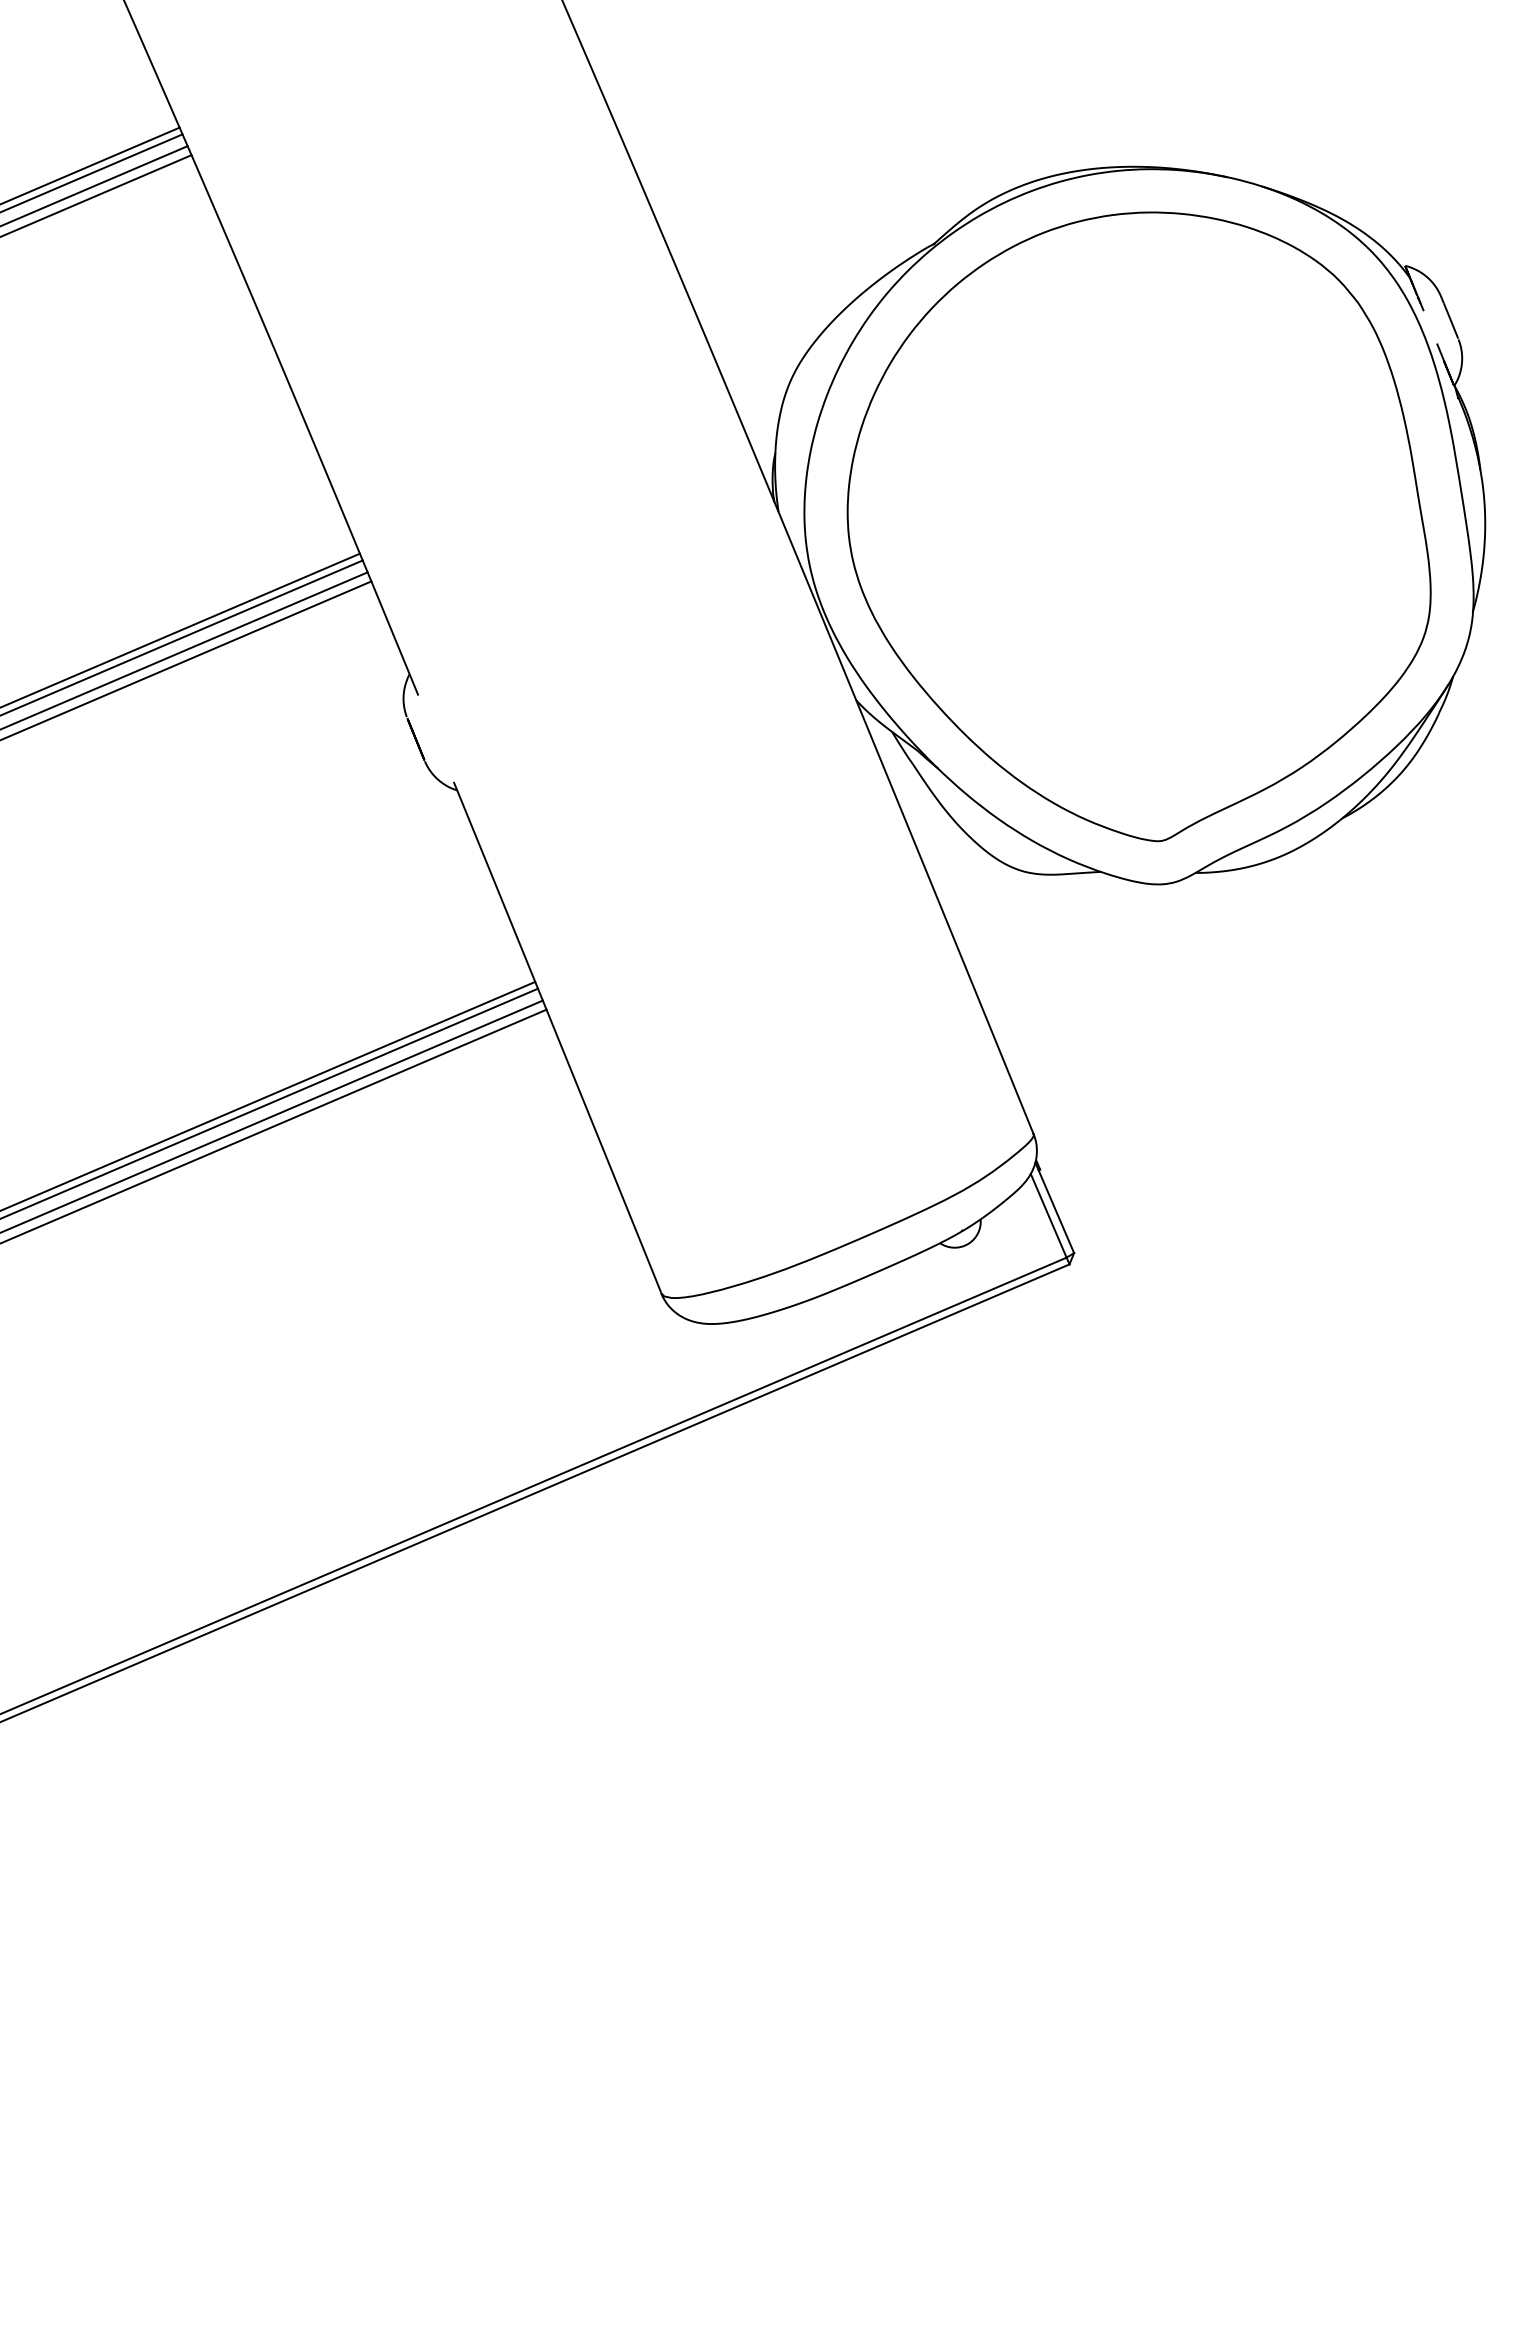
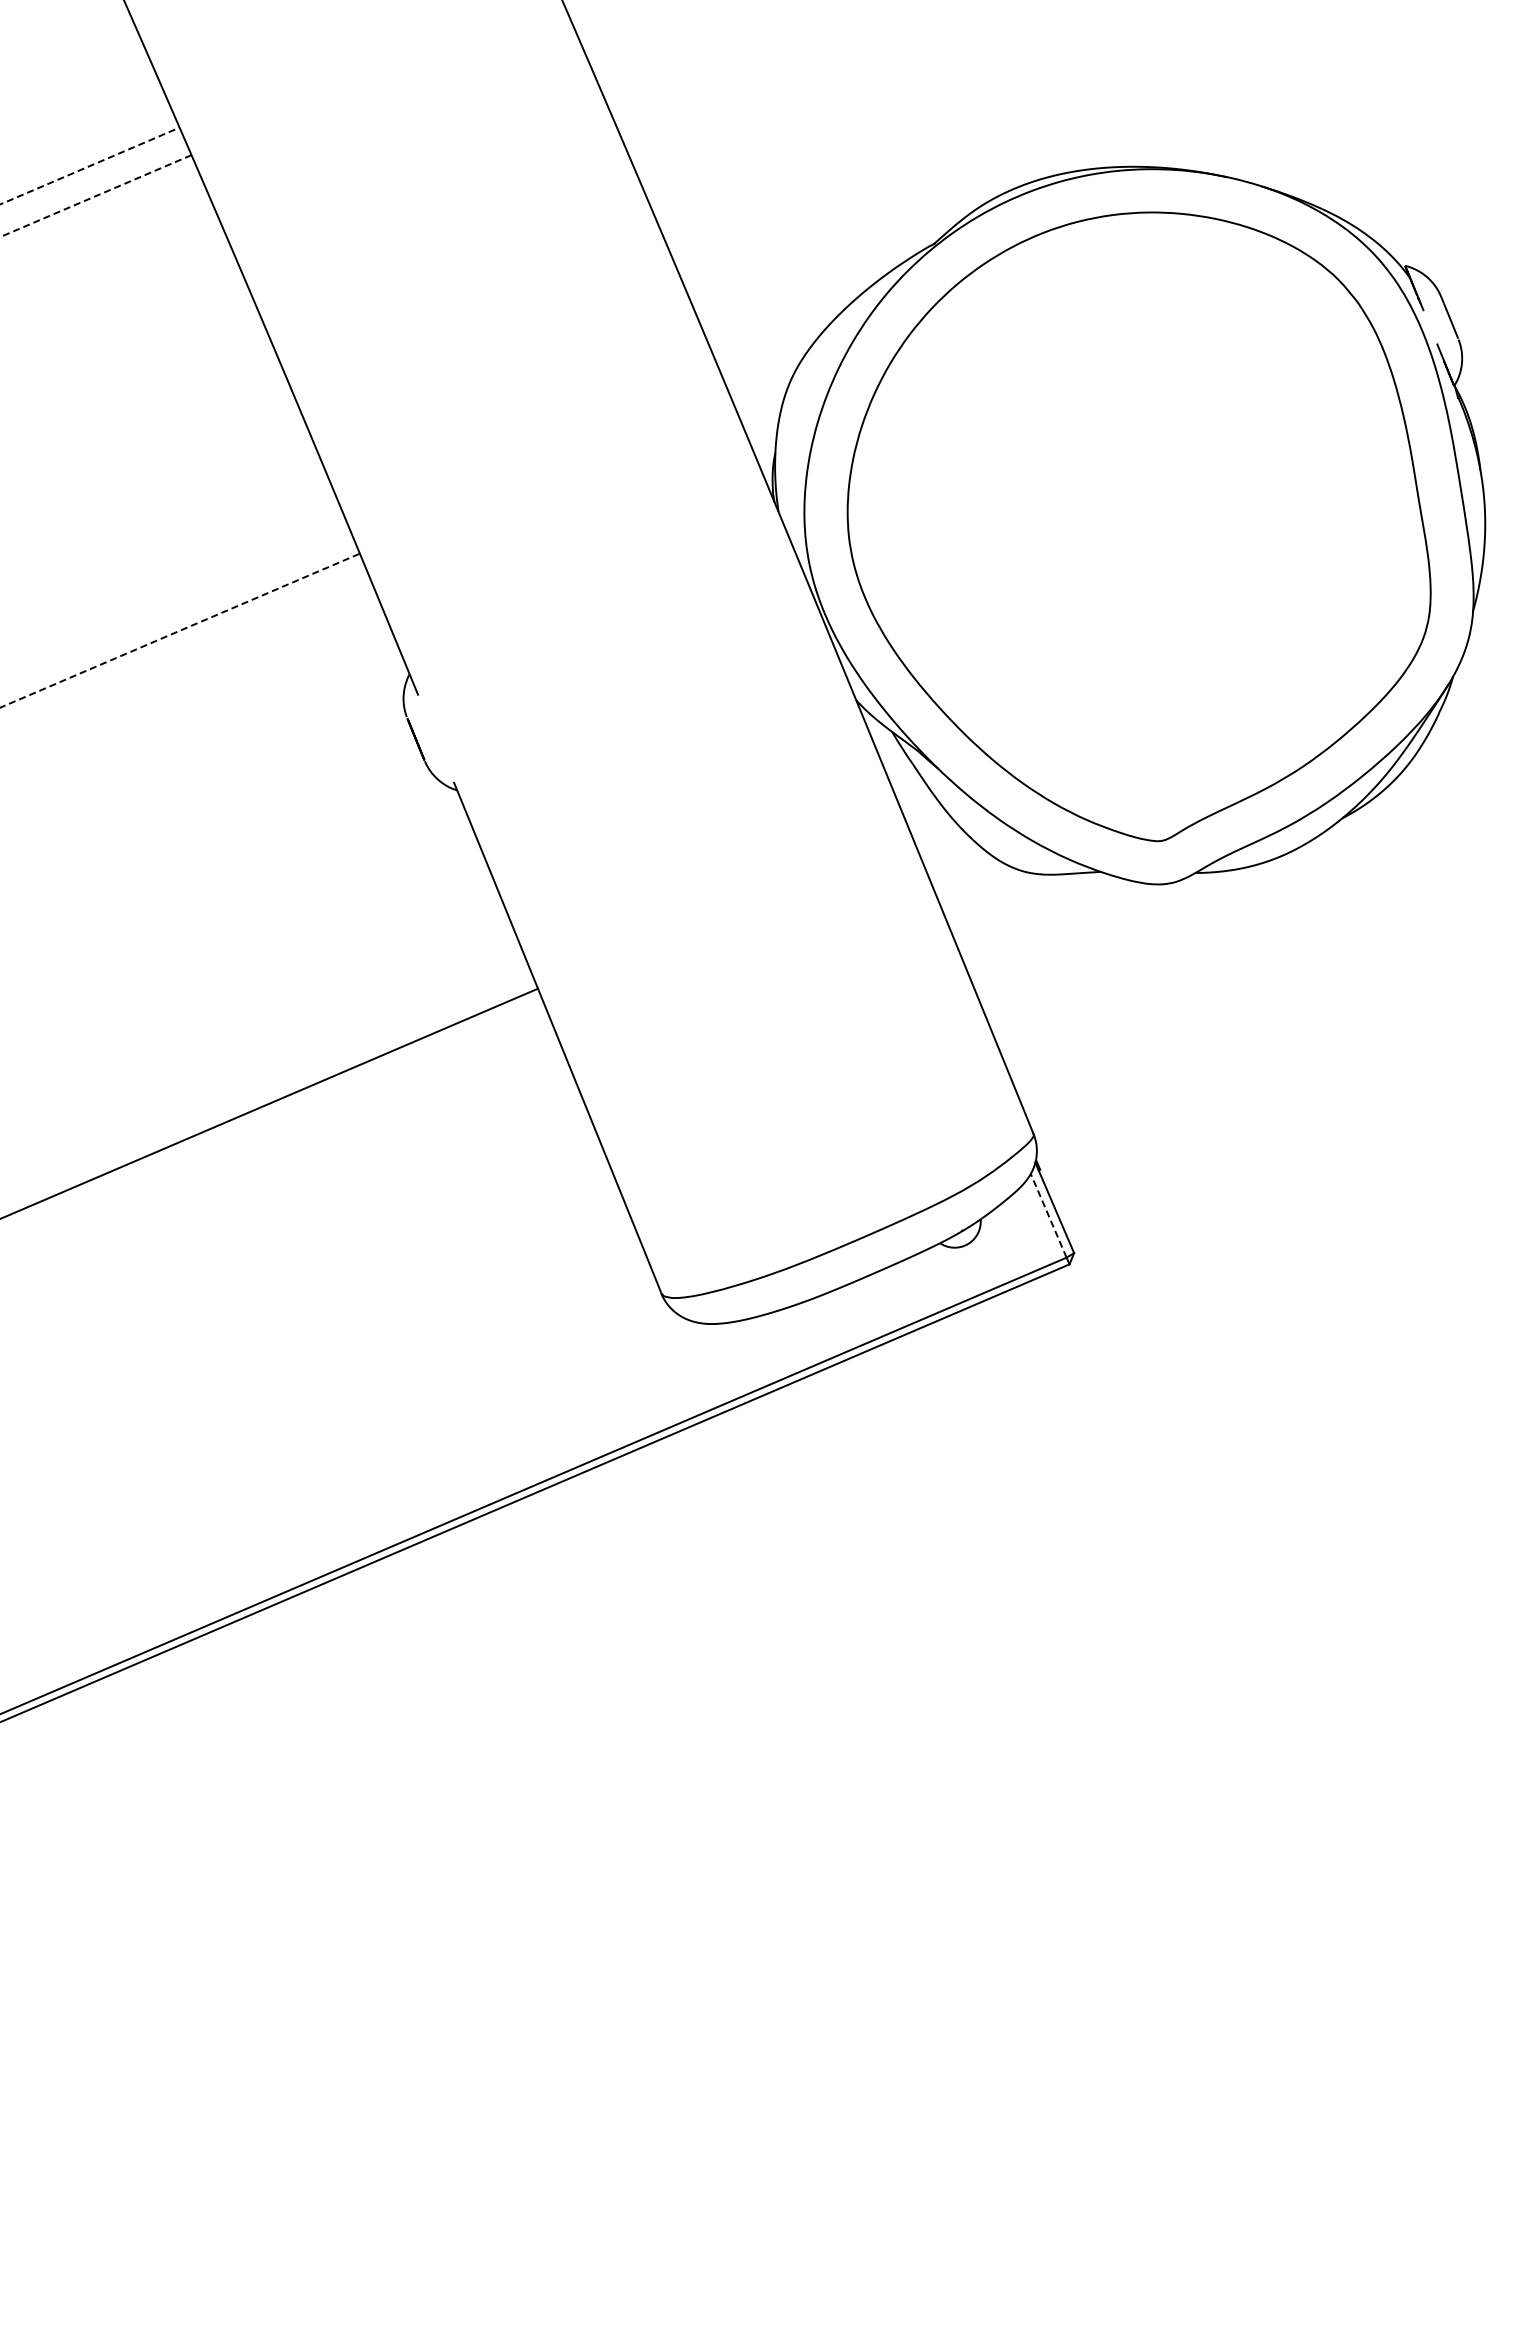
line at (90, 165): solid -> dashed
line at (92, 172): present -> none
line at (94, 185): present -> none
line at (95, 196): solid -> dashed
line at (180, 630): solid -> dashed
line at (182, 637): present -> none
line at (184, 650): present -> none
line at (186, 660): present -> none
line at (268, 1095): present -> none
line at (272, 1116): present -> none
line at (274, 1125): present -> none
line at (1048, 1215): solid -> dashed
